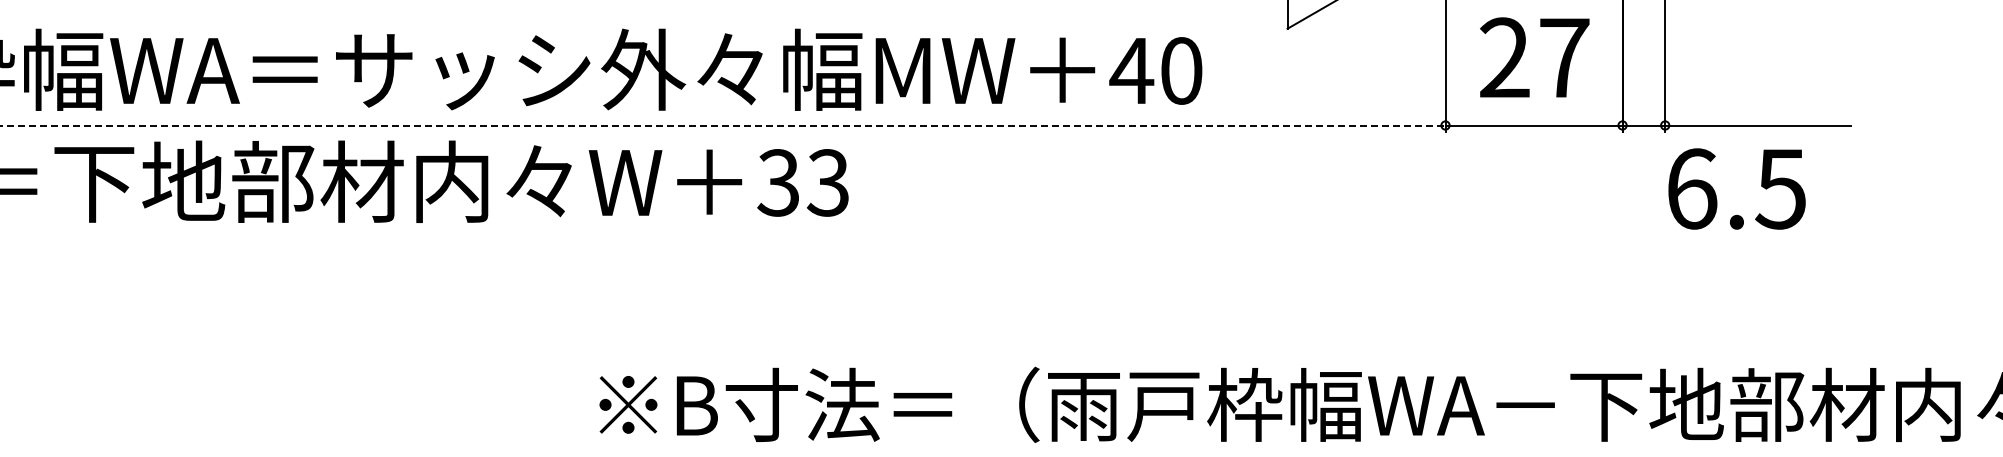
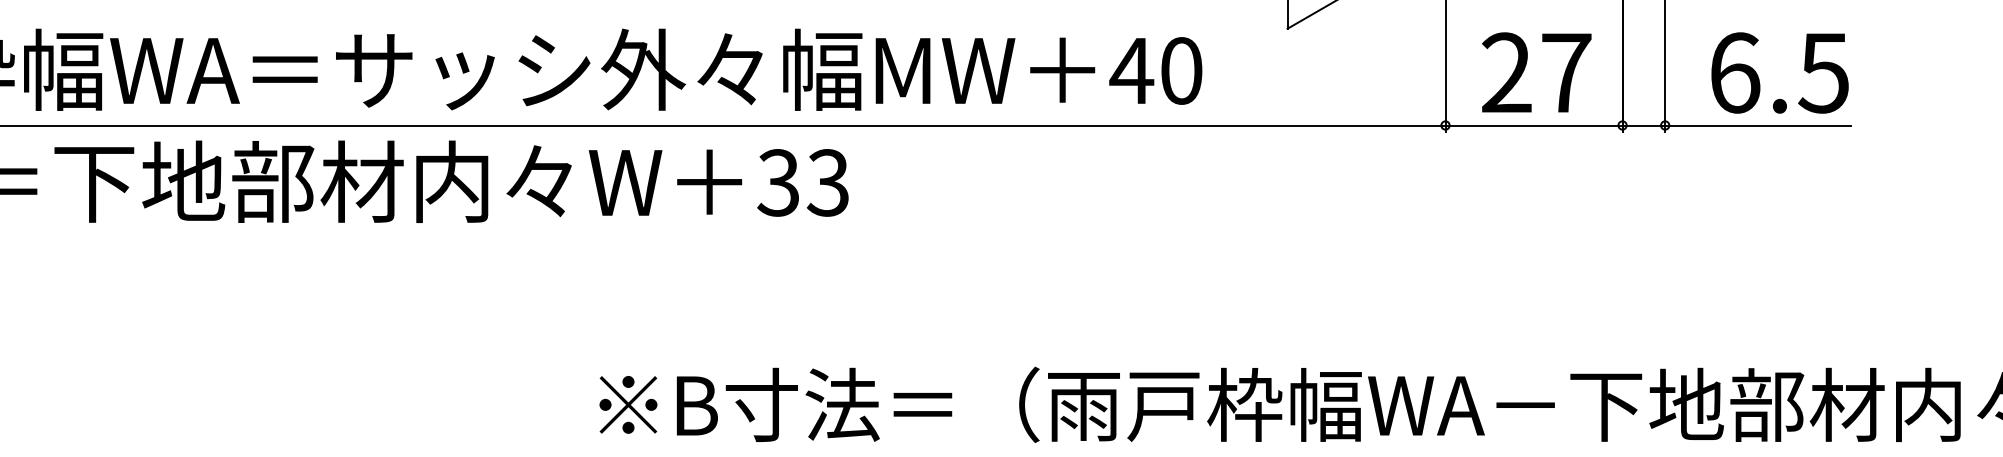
text at (1534, 57) position: (1534, 57) -> (1536, 72)
line at (723, 125): dashed -> solid
text at (1736, 188) position: (1736, 188) -> (1779, 72)
